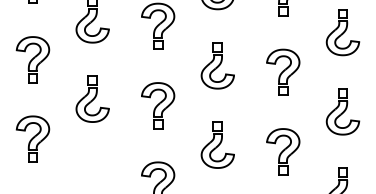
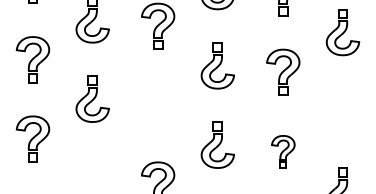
part at (158, 105): present -> none
part at (342, 111): present -> none
part at (283, 151) size: 35x48 px -> 25x34 px
